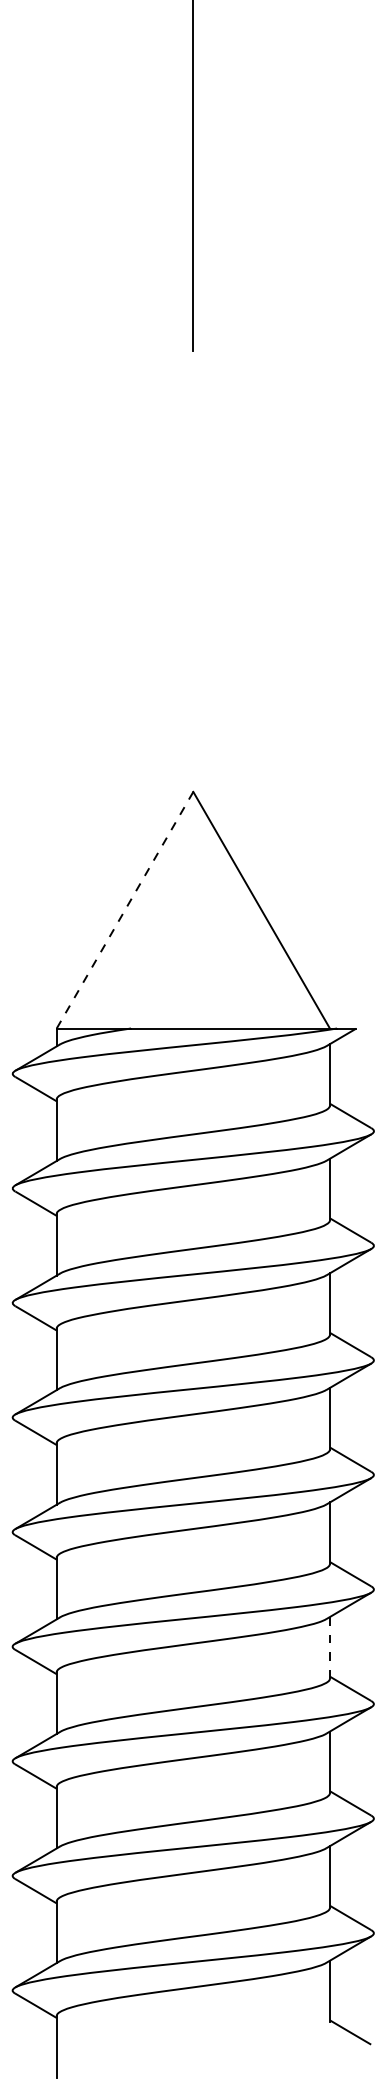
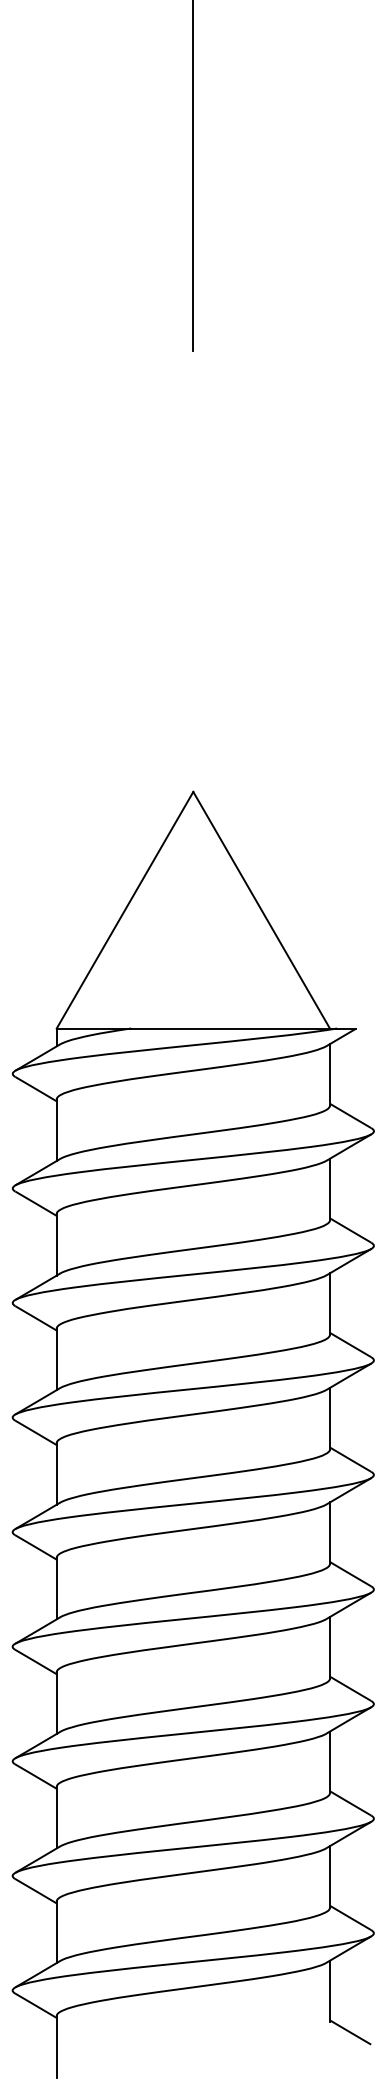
line at (125, 910): dashed -> solid
line at (329, 1647): dashed -> solid
